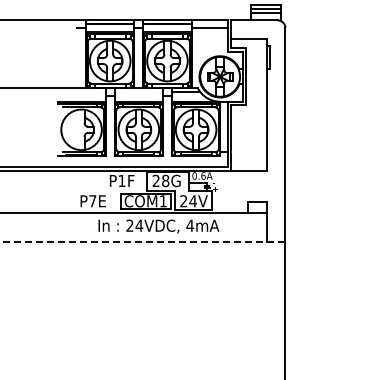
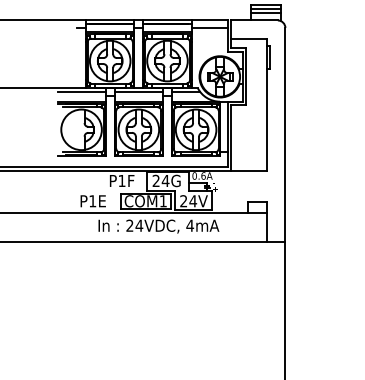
line at (81, 91): none -> present
line at (138, 91): none -> present
text at (165, 180): 28G -> 24G
text at (92, 201): P7E -> P1E
line at (142, 242): dashed -> solid
